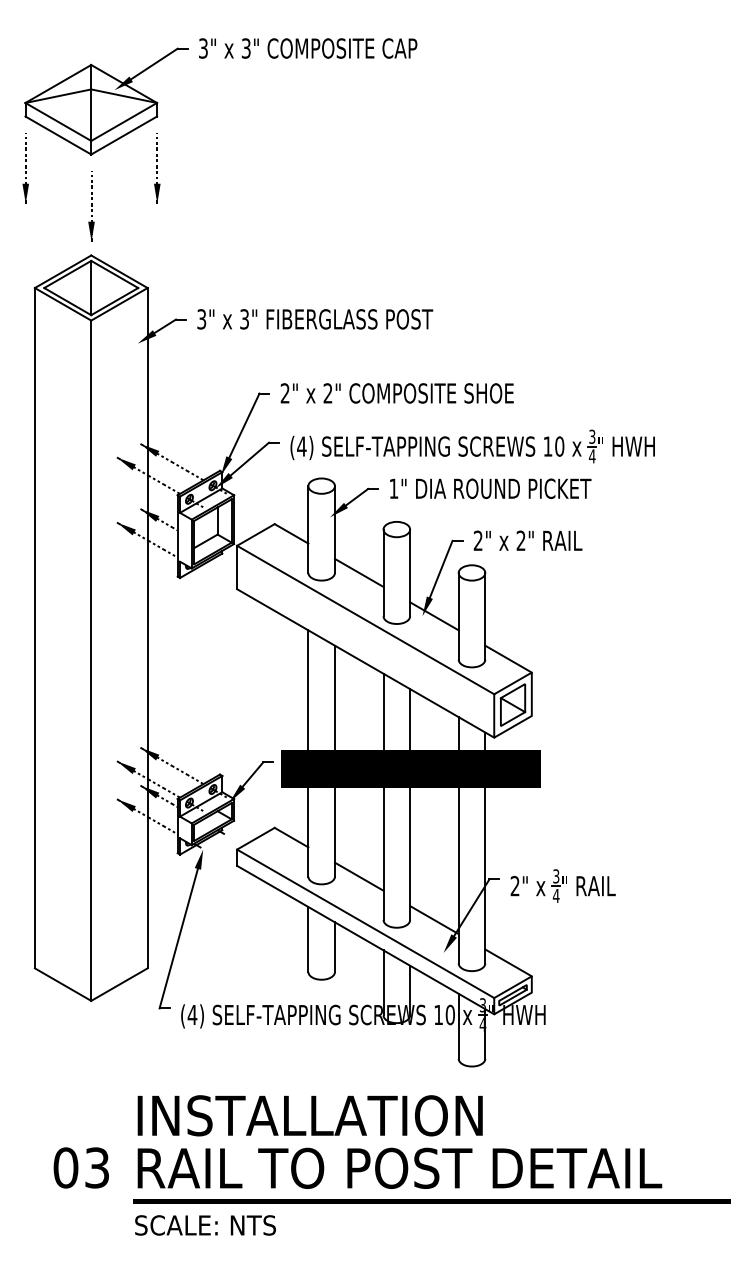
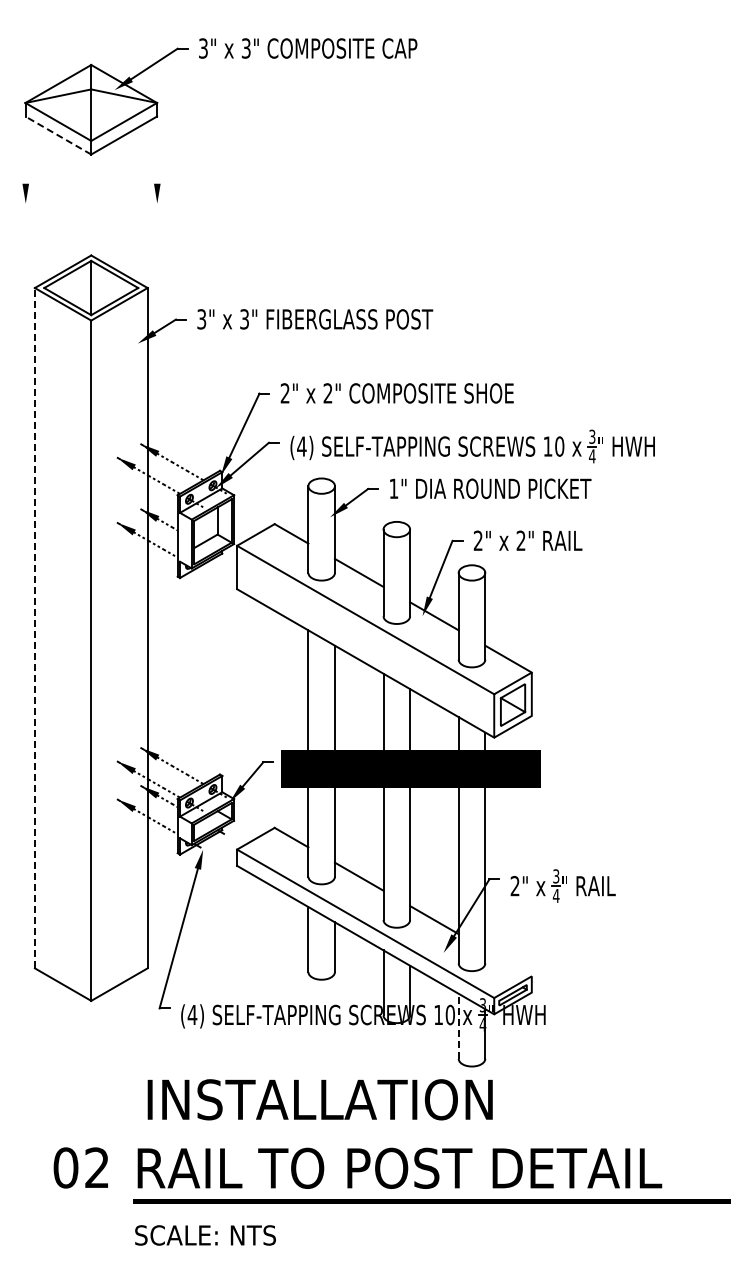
line at (58, 135): solid -> dashed
line at (25, 167): present -> none
line at (157, 167): present -> none
part at (91, 206): present -> none
line at (34, 627): solid -> dashed
line at (508, 962): present -> none
line at (458, 1026): solid -> dashed
text at (309, 1115) position: (309, 1115) -> (319, 1099)
text at (96, 1167): 03 -> 02
text at (205, 1225) position: (205, 1225) -> (205, 1235)
